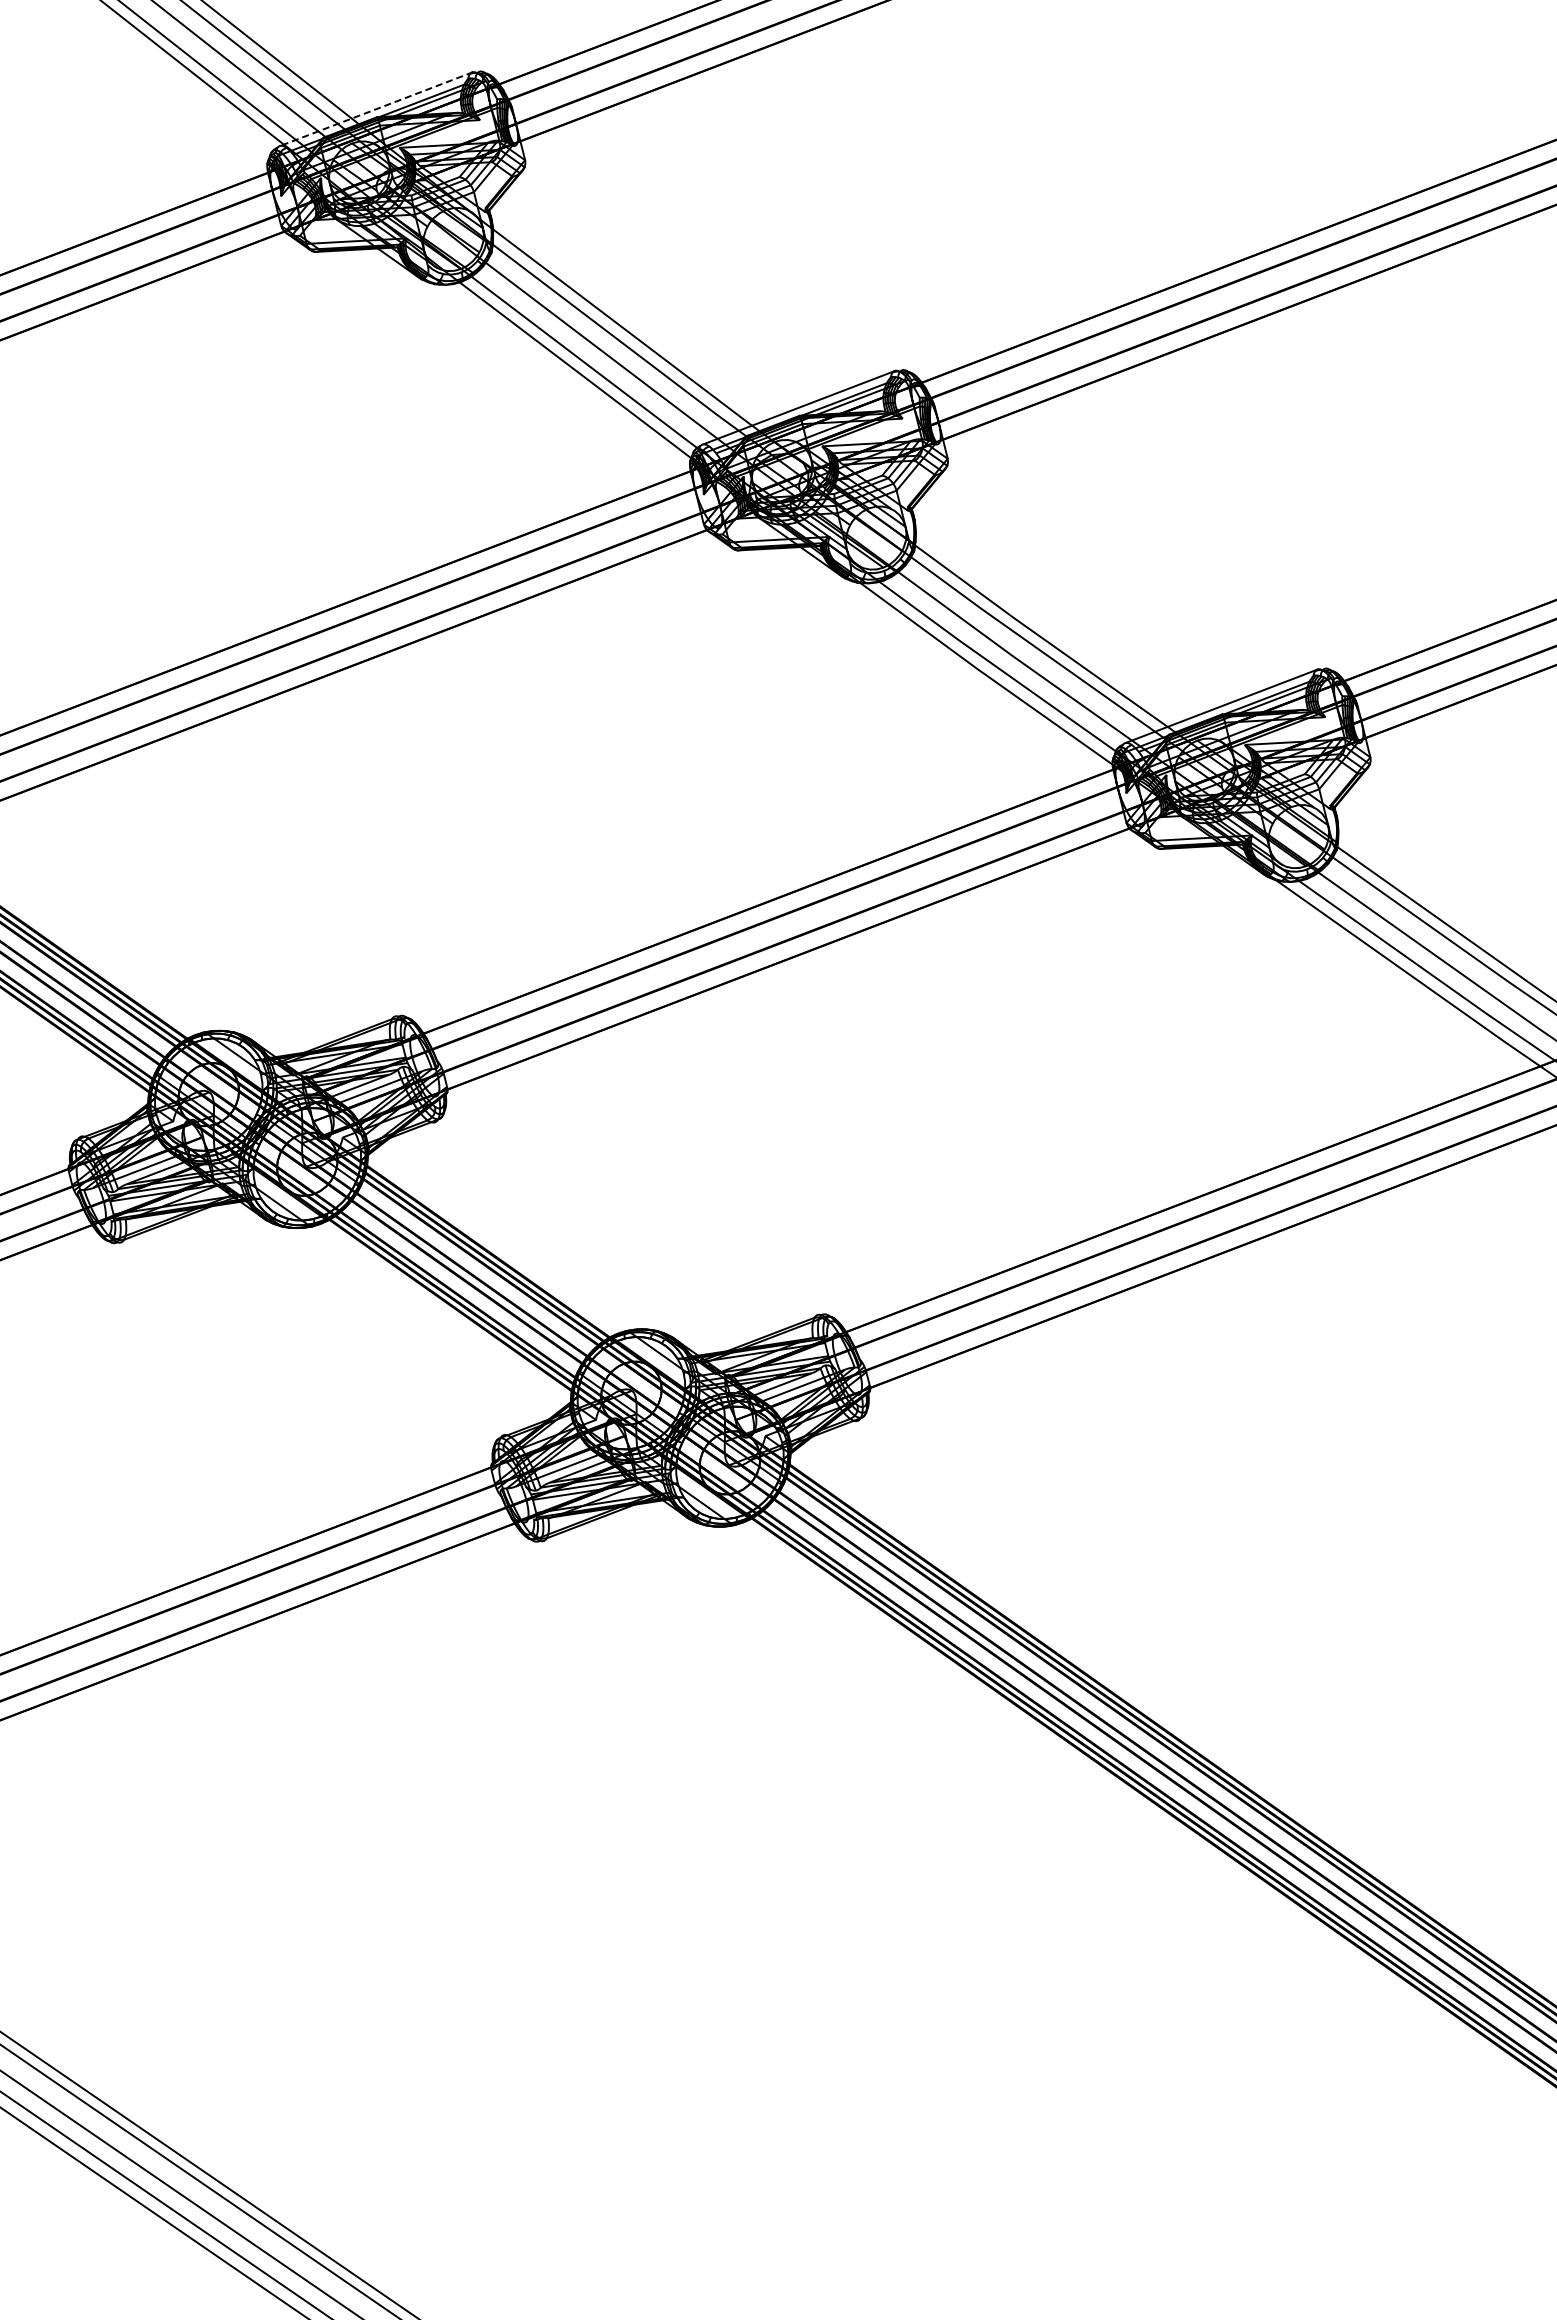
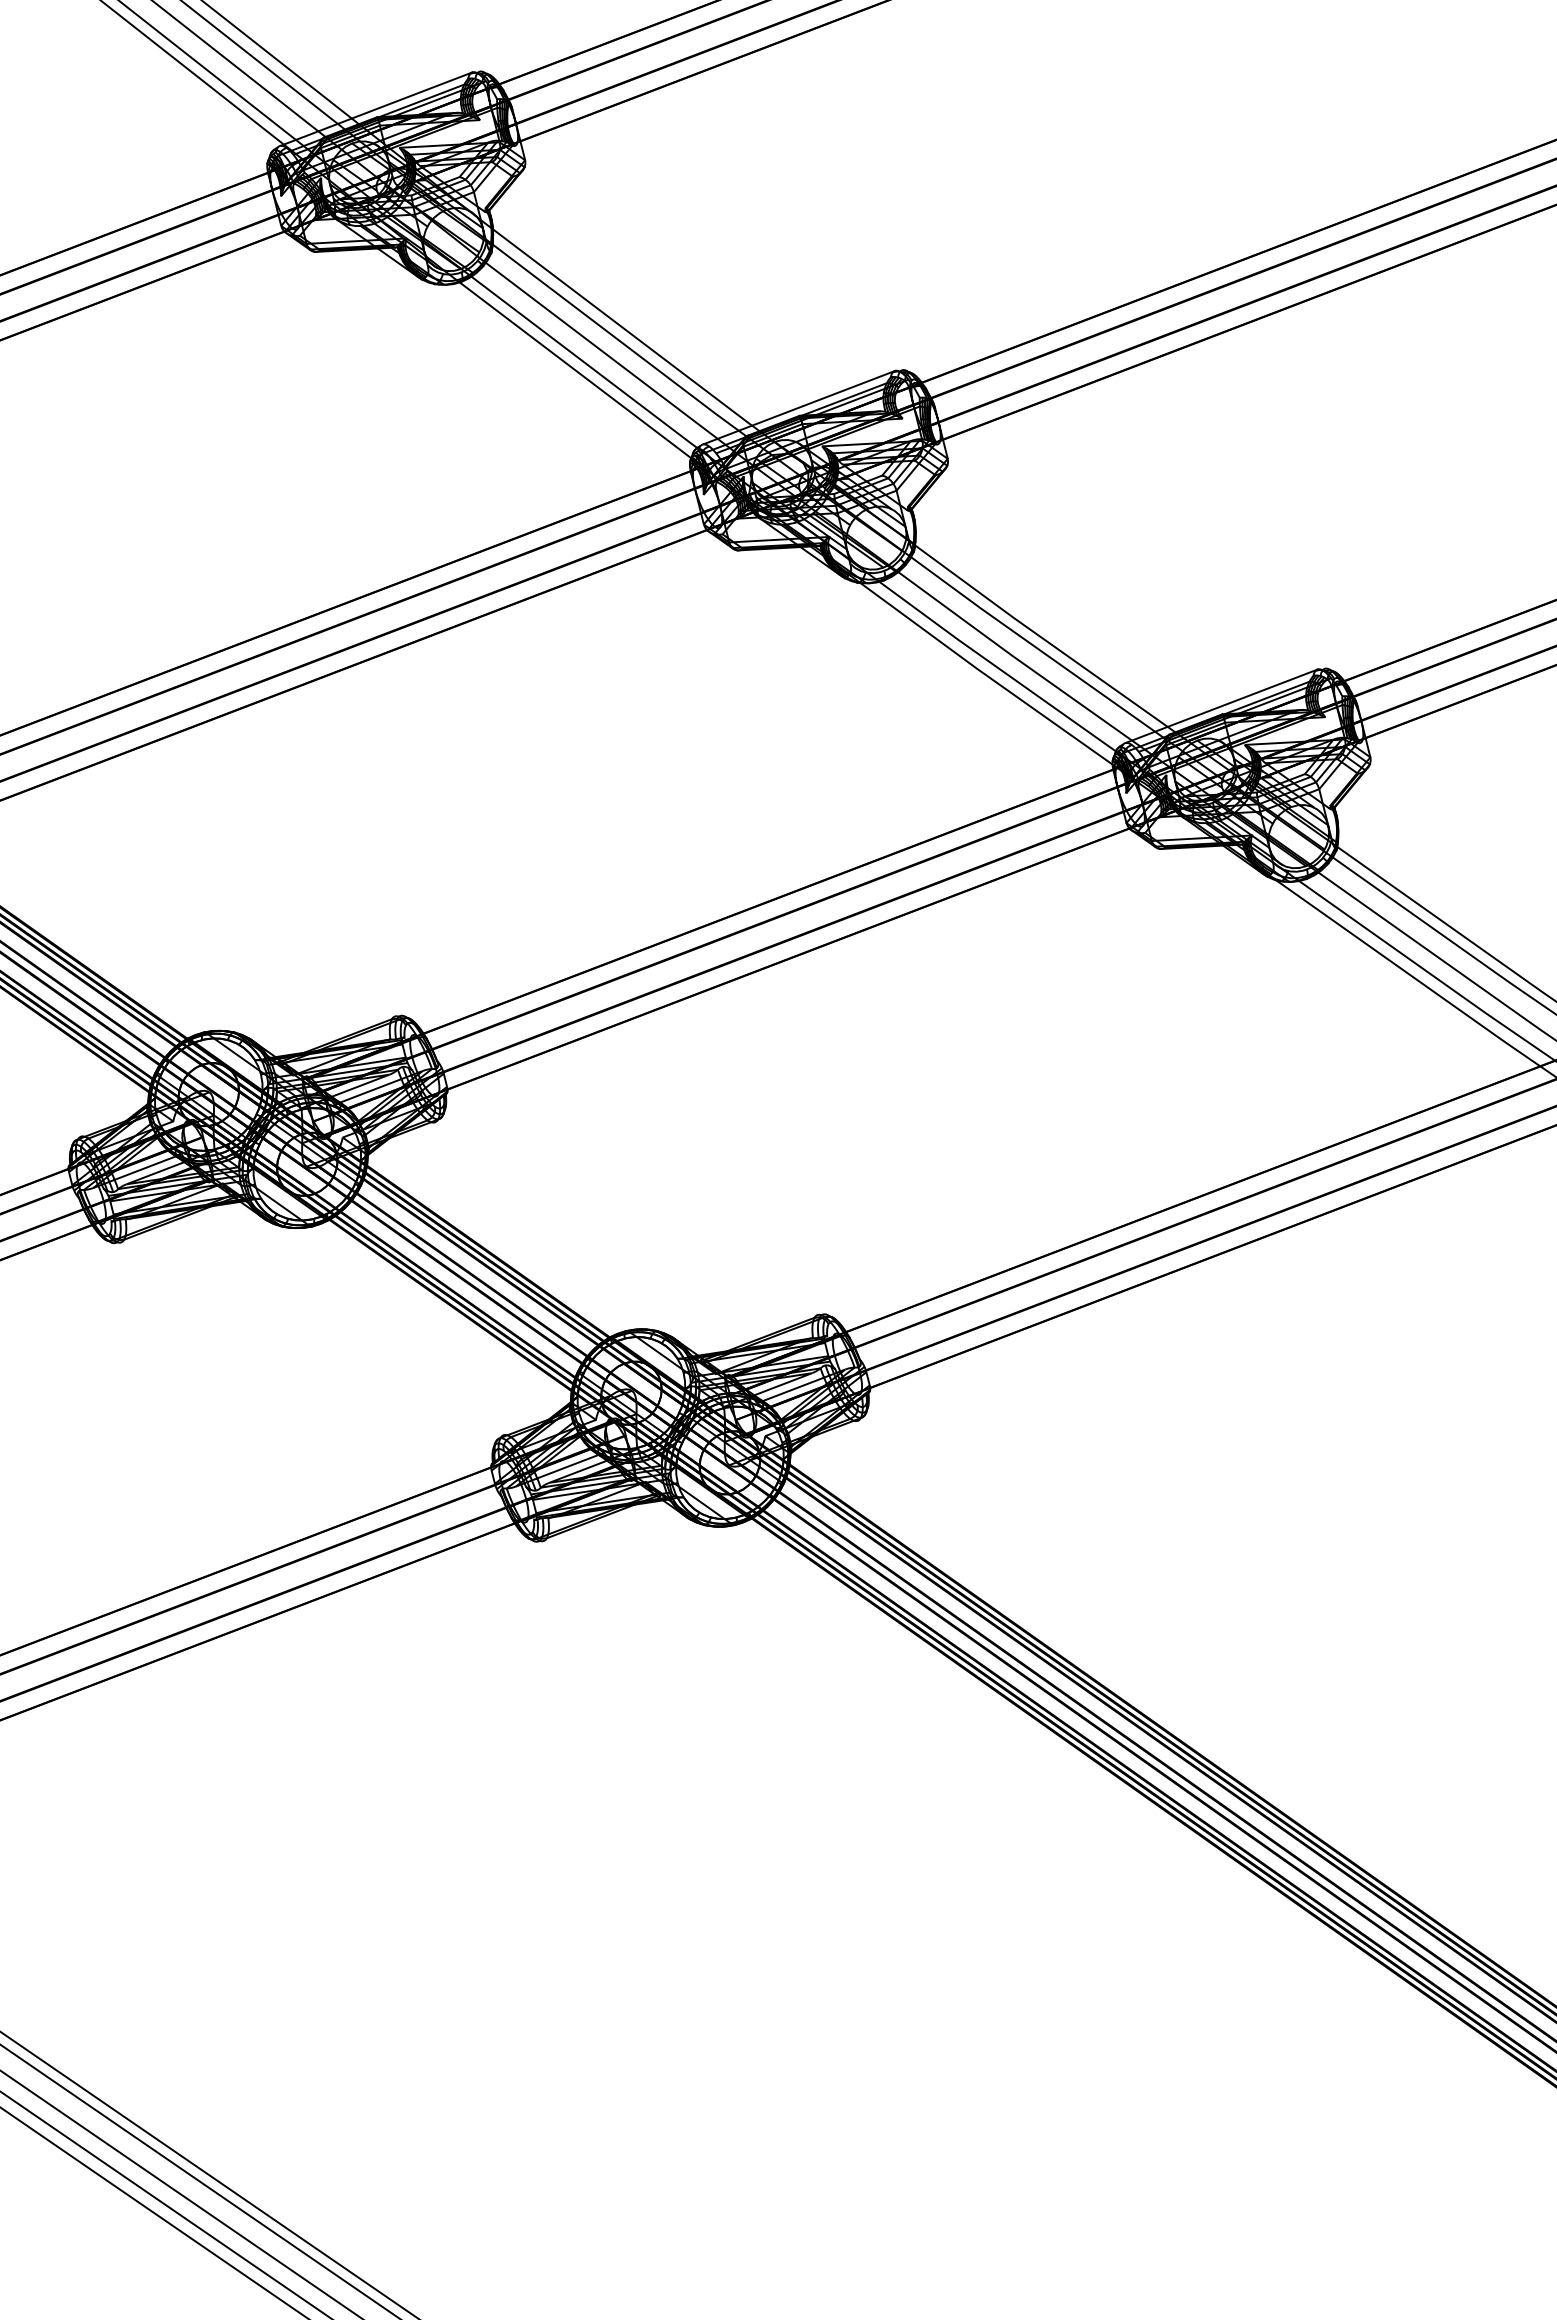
line at (376, 108): dashed -> solid
